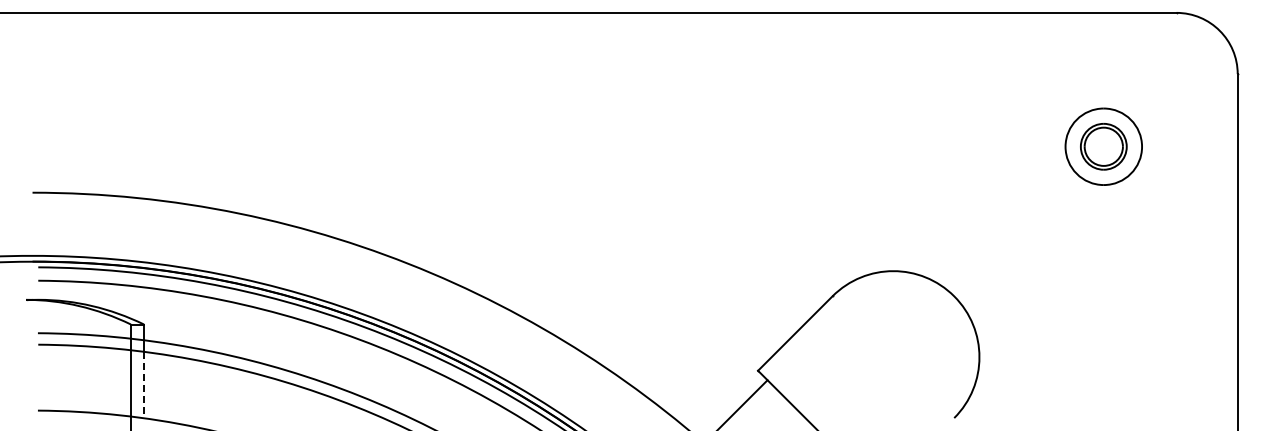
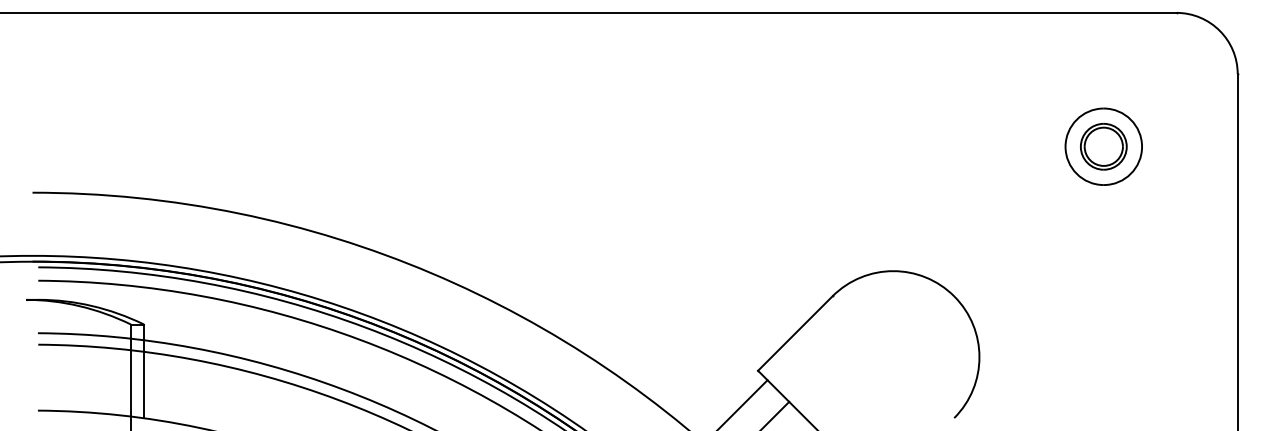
line at (144, 385): dashed -> solid
line at (776, 414): none -> present
